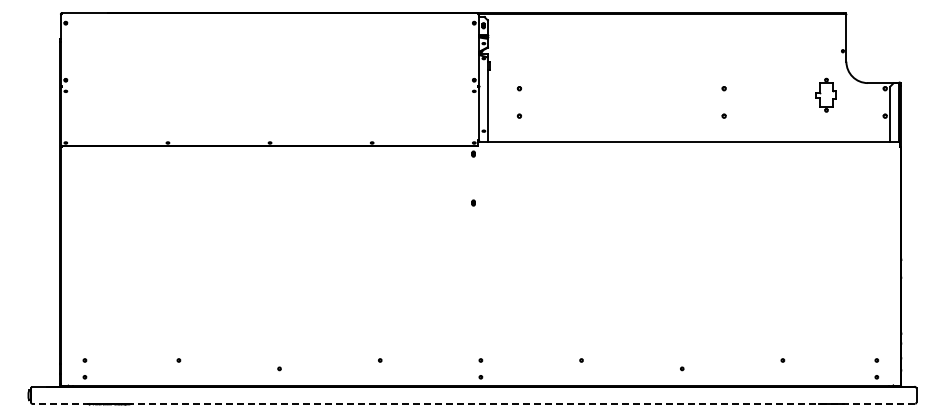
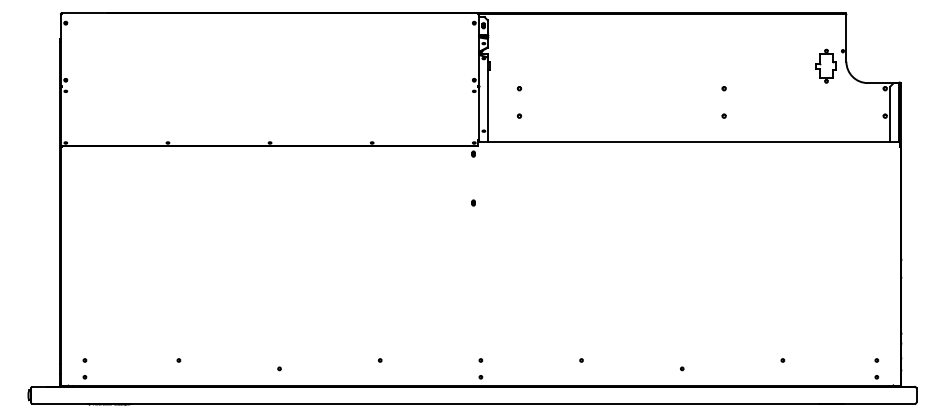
part at (825, 94) position: (825, 94) -> (825, 65)
line at (473, 403): dashed -> solid
